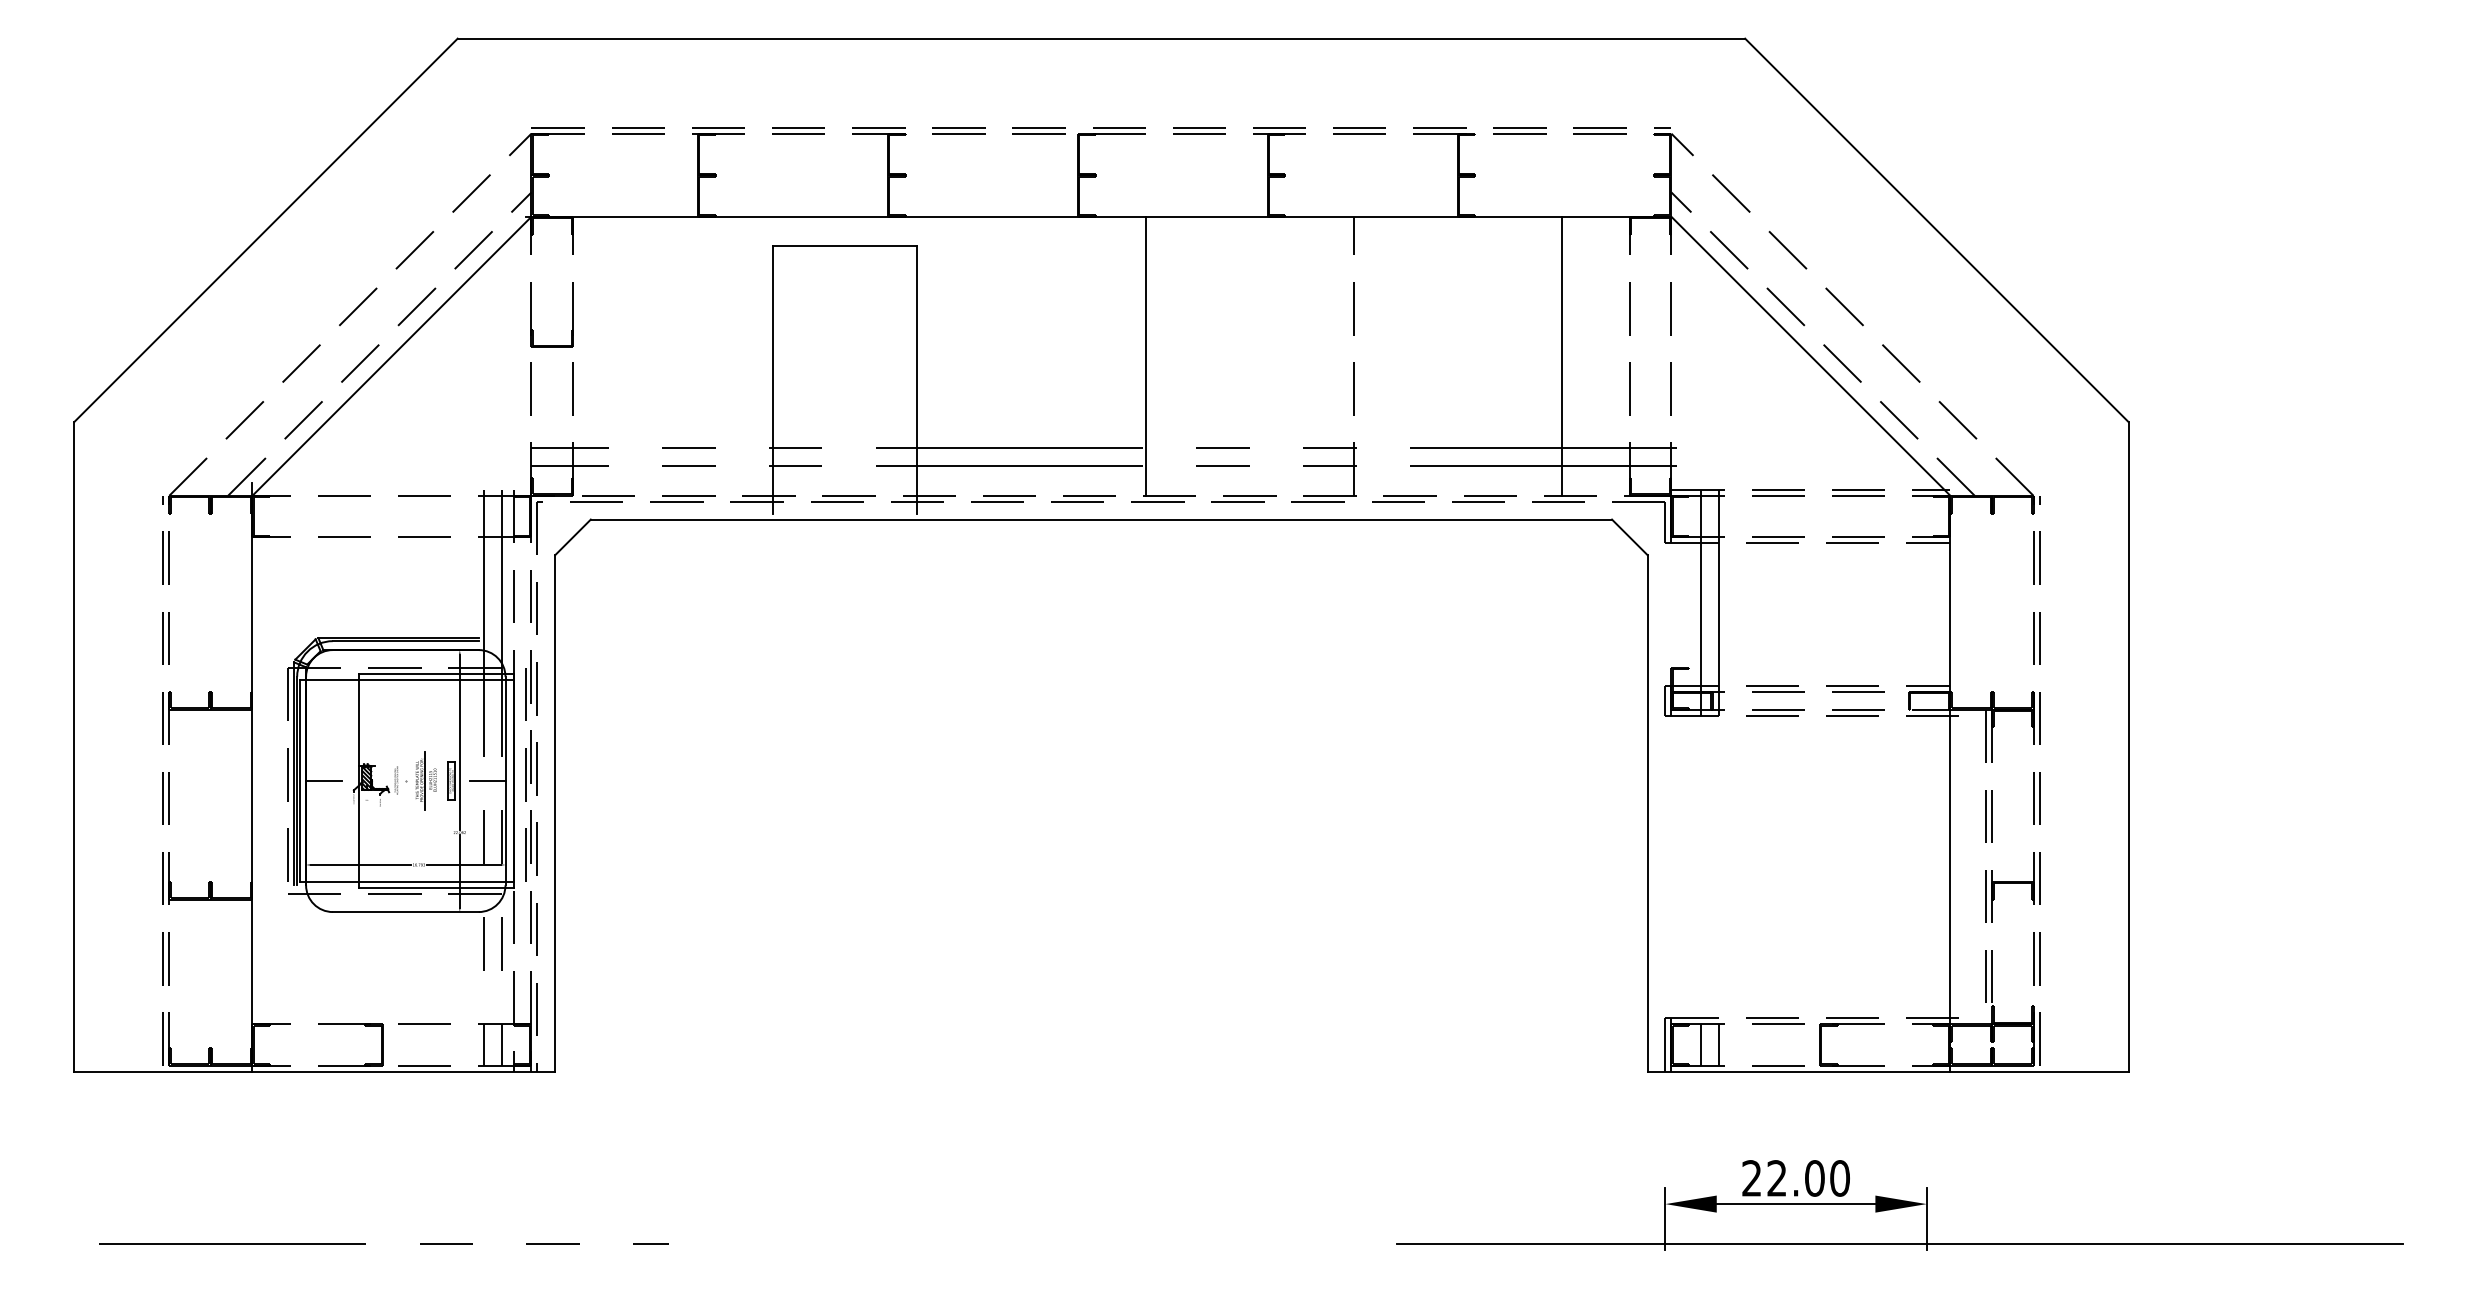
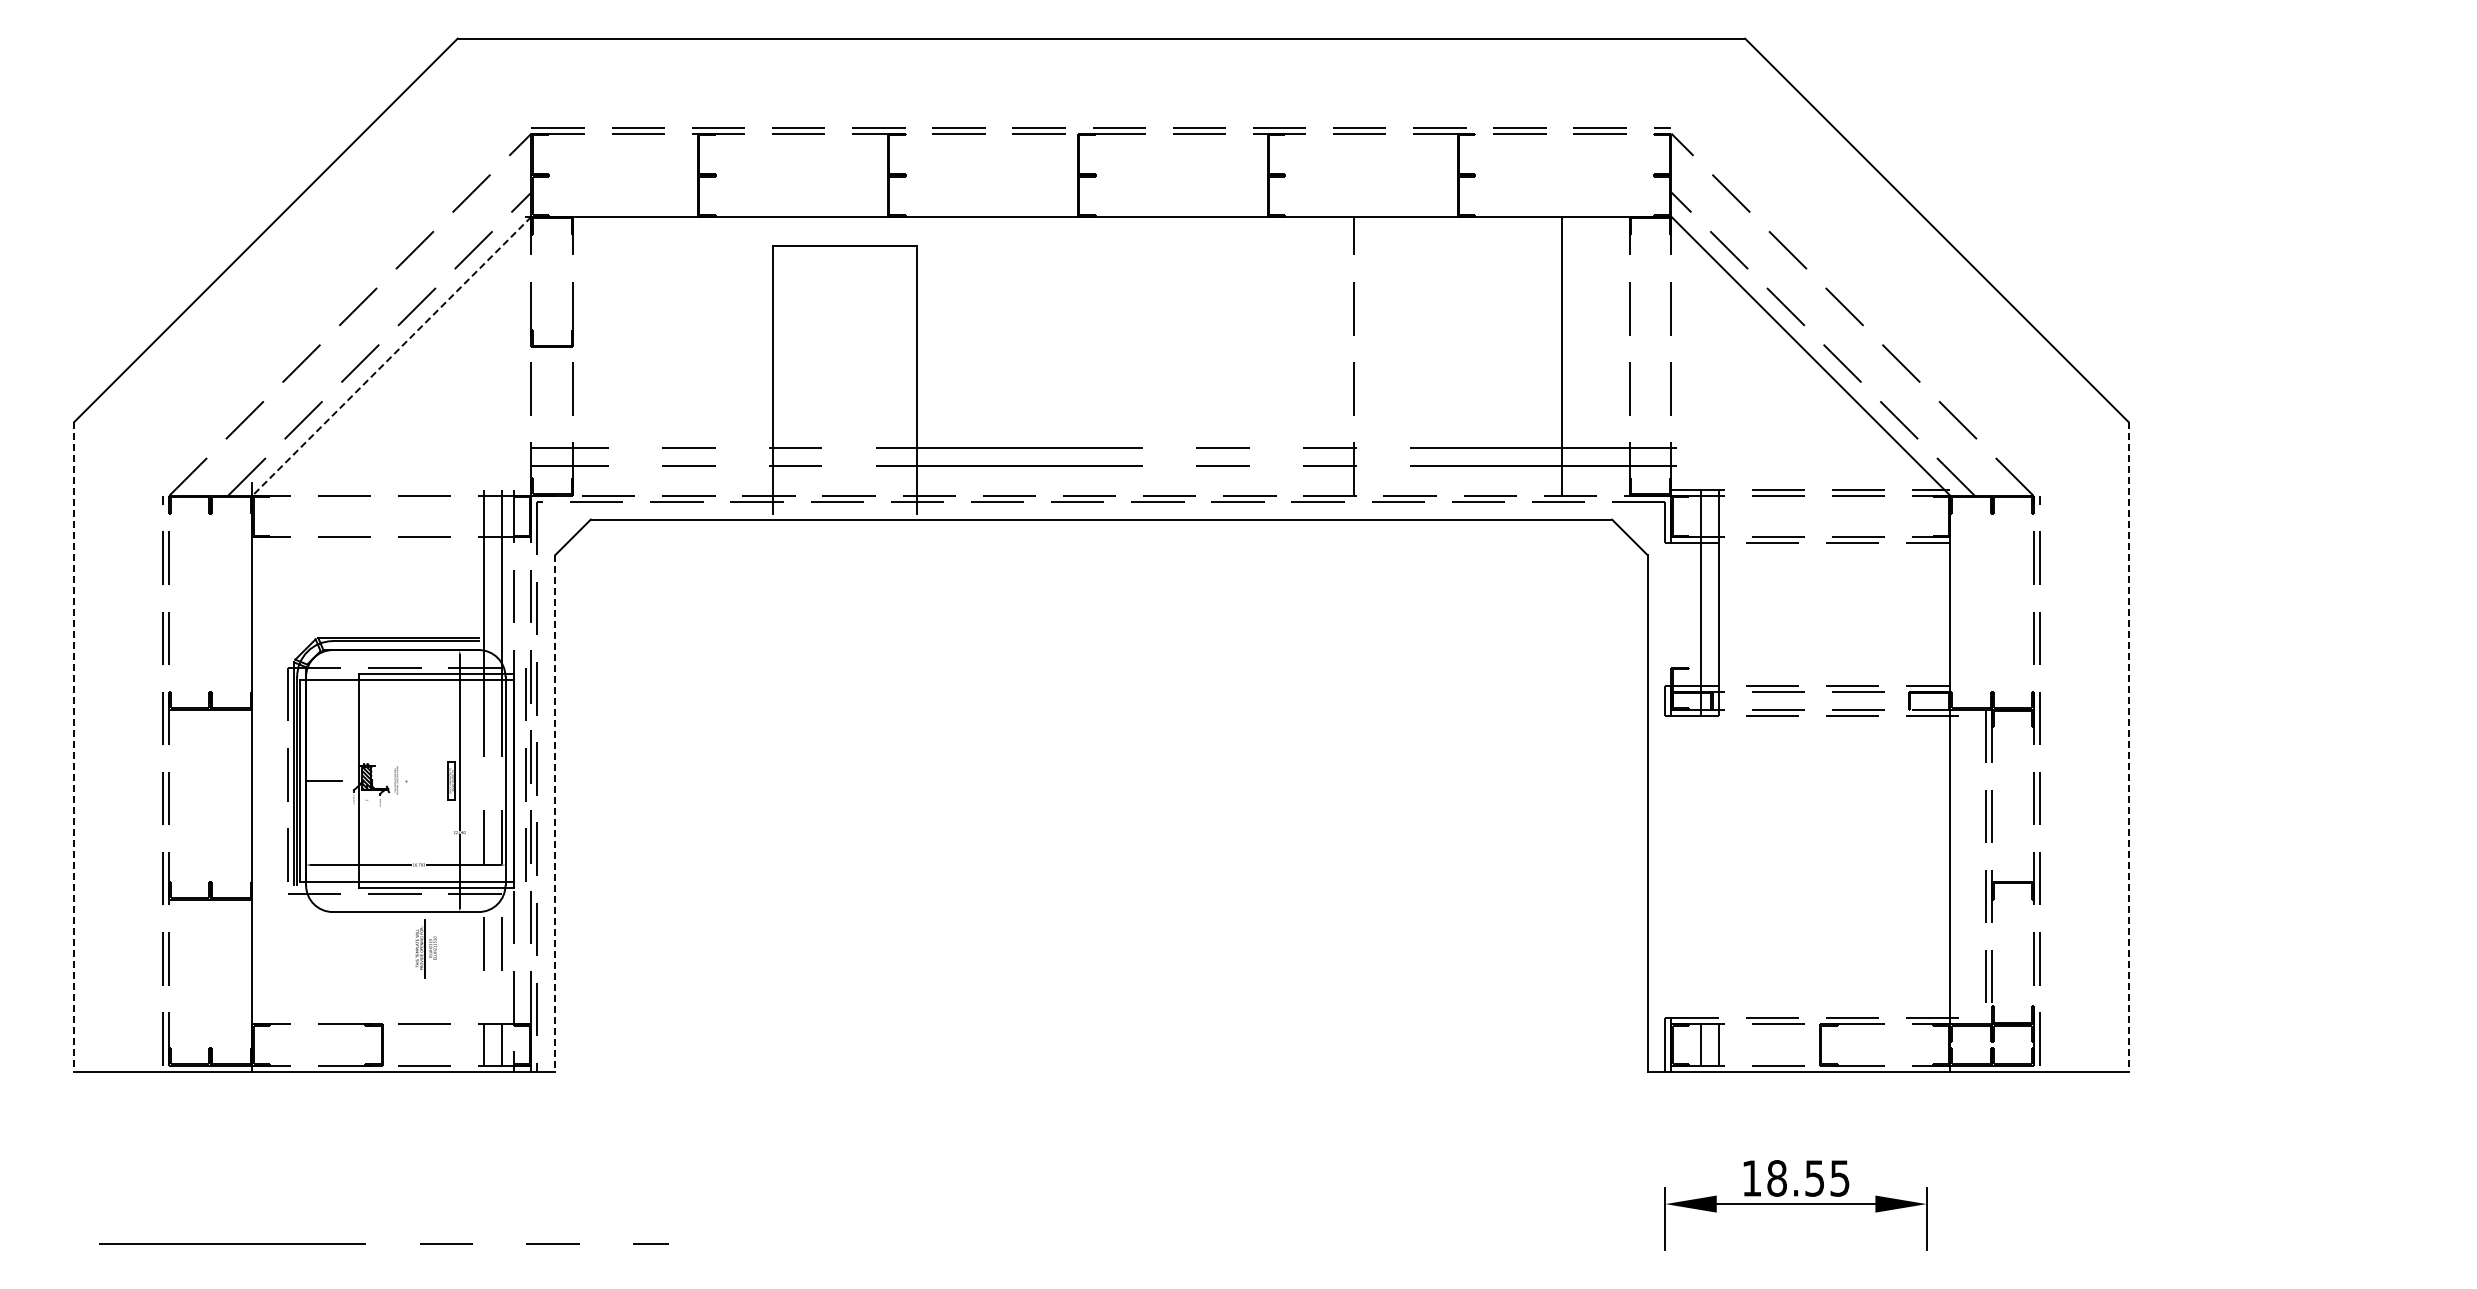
line at (1145, 355): present -> none
line at (391, 356): solid -> dashed
line at (74, 746): solid -> dashed
line at (2128, 746): solid -> dashed
part at (425, 780) position: (425, 780) -> (425, 948)
line at (487, 780): present -> none
line at (555, 813): solid -> dashed
text at (1795, 1178): 22.00 -> 18.55
line at (1899, 1244): present -> none
